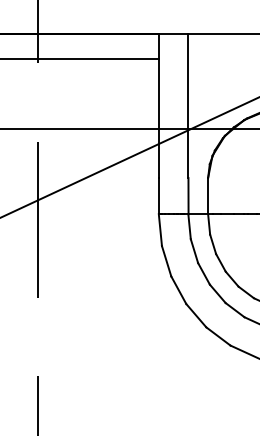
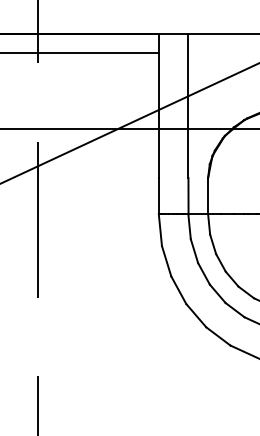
line at (80, 59) position: (80, 59) -> (80, 53)
line at (129, 157) position: (129, 157) -> (129, 123)
